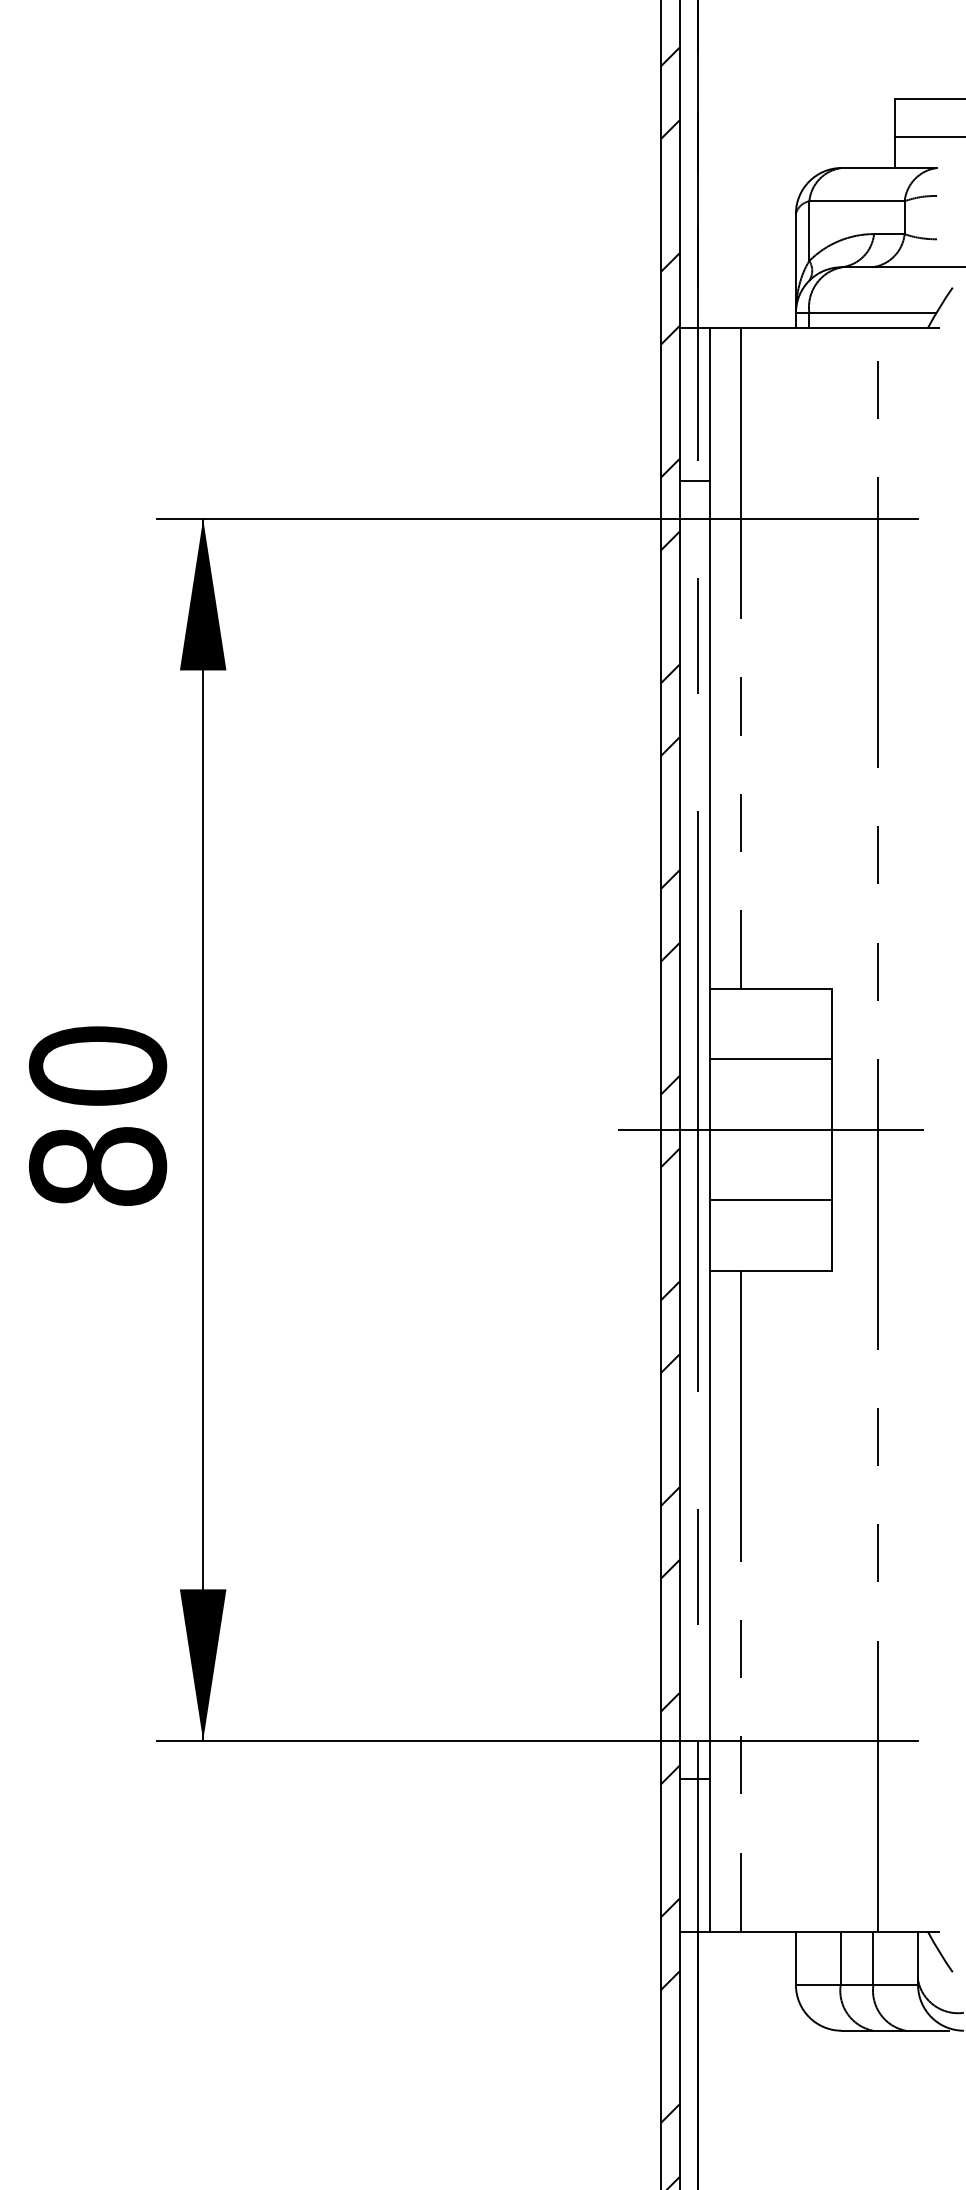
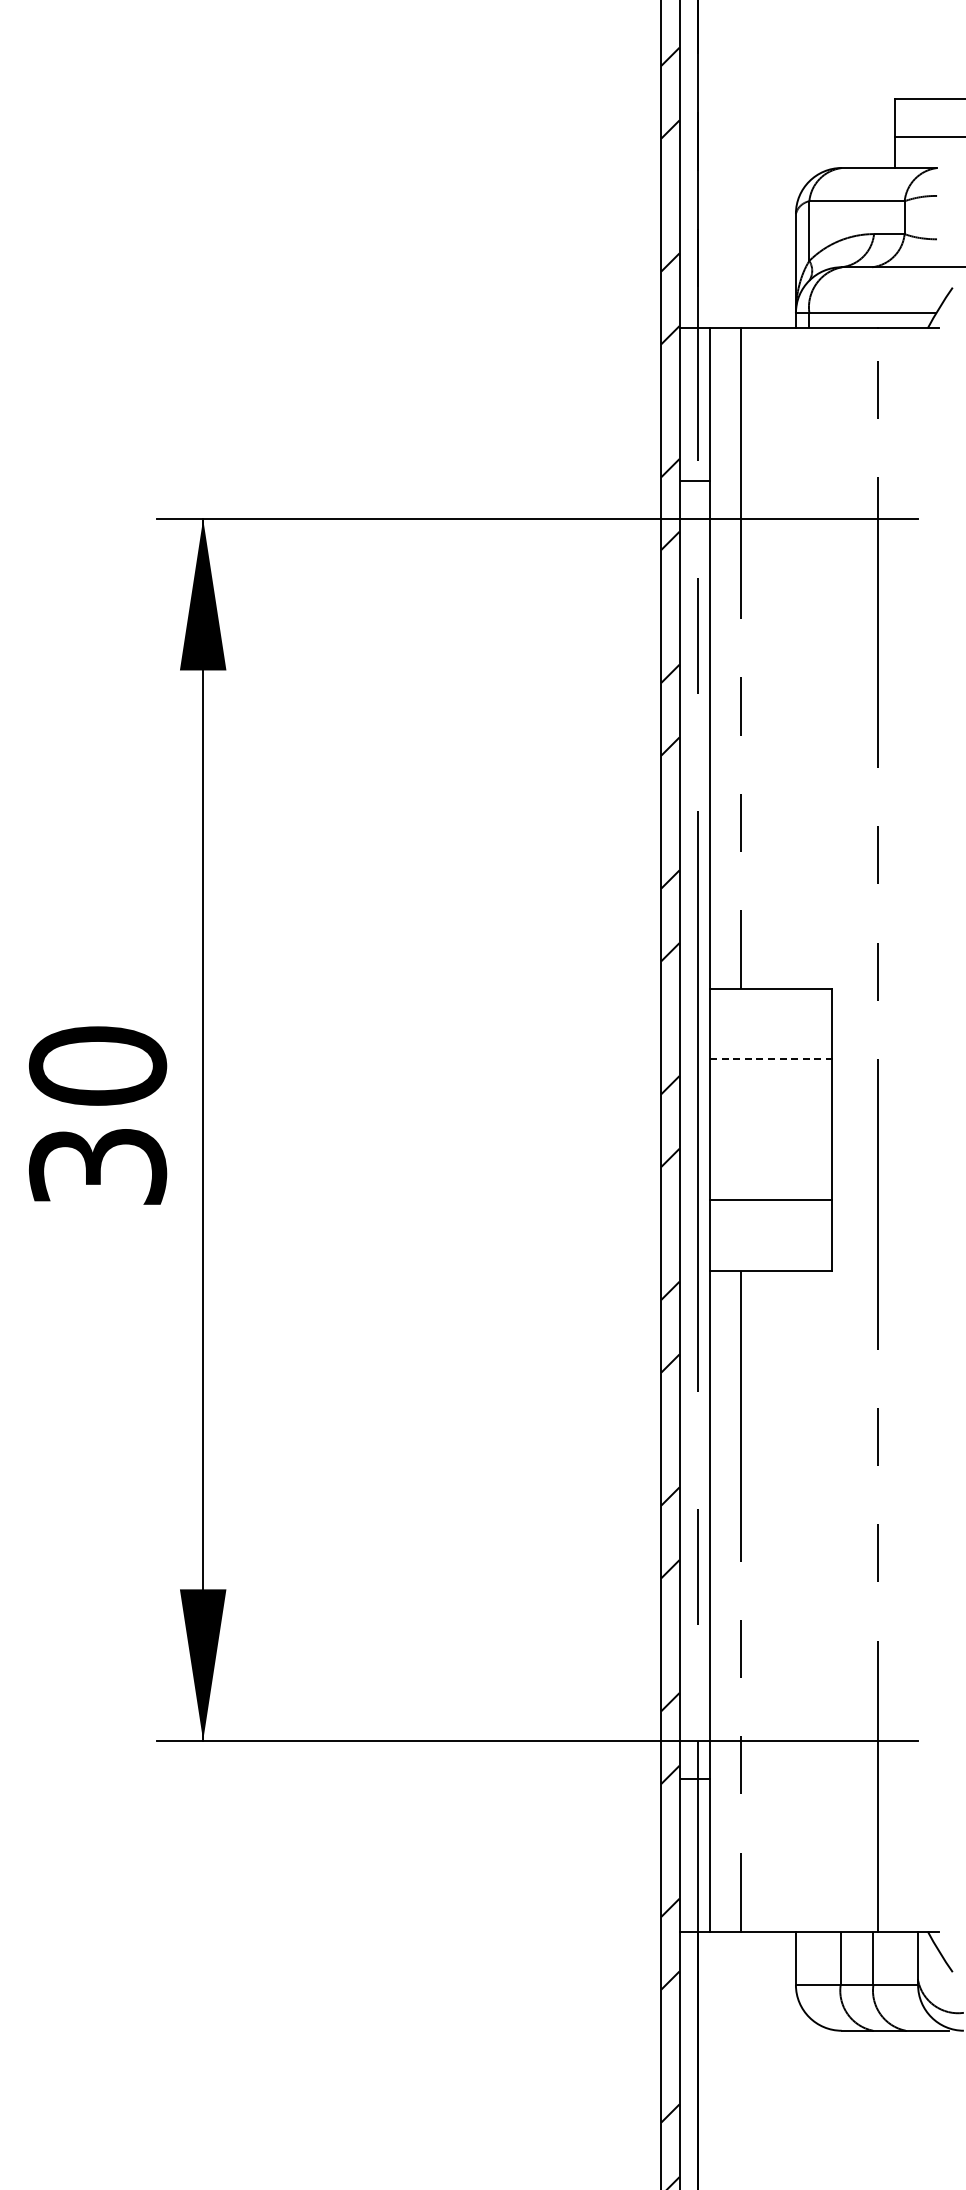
line at (771, 1059): solid -> dashed
line at (770, 1129): present -> none
text at (98, 1166): 80 -> 30
